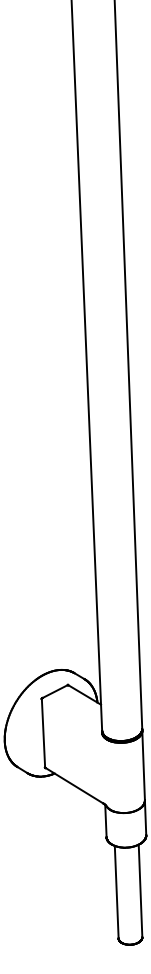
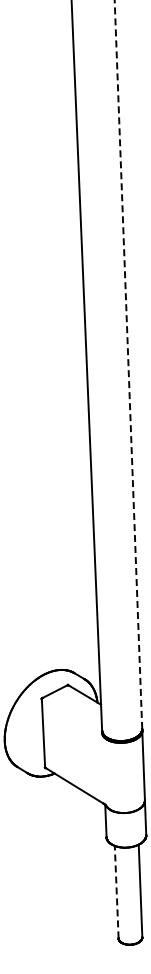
line at (128, 364): solid -> dashed
line at (116, 891): solid -> dashed
